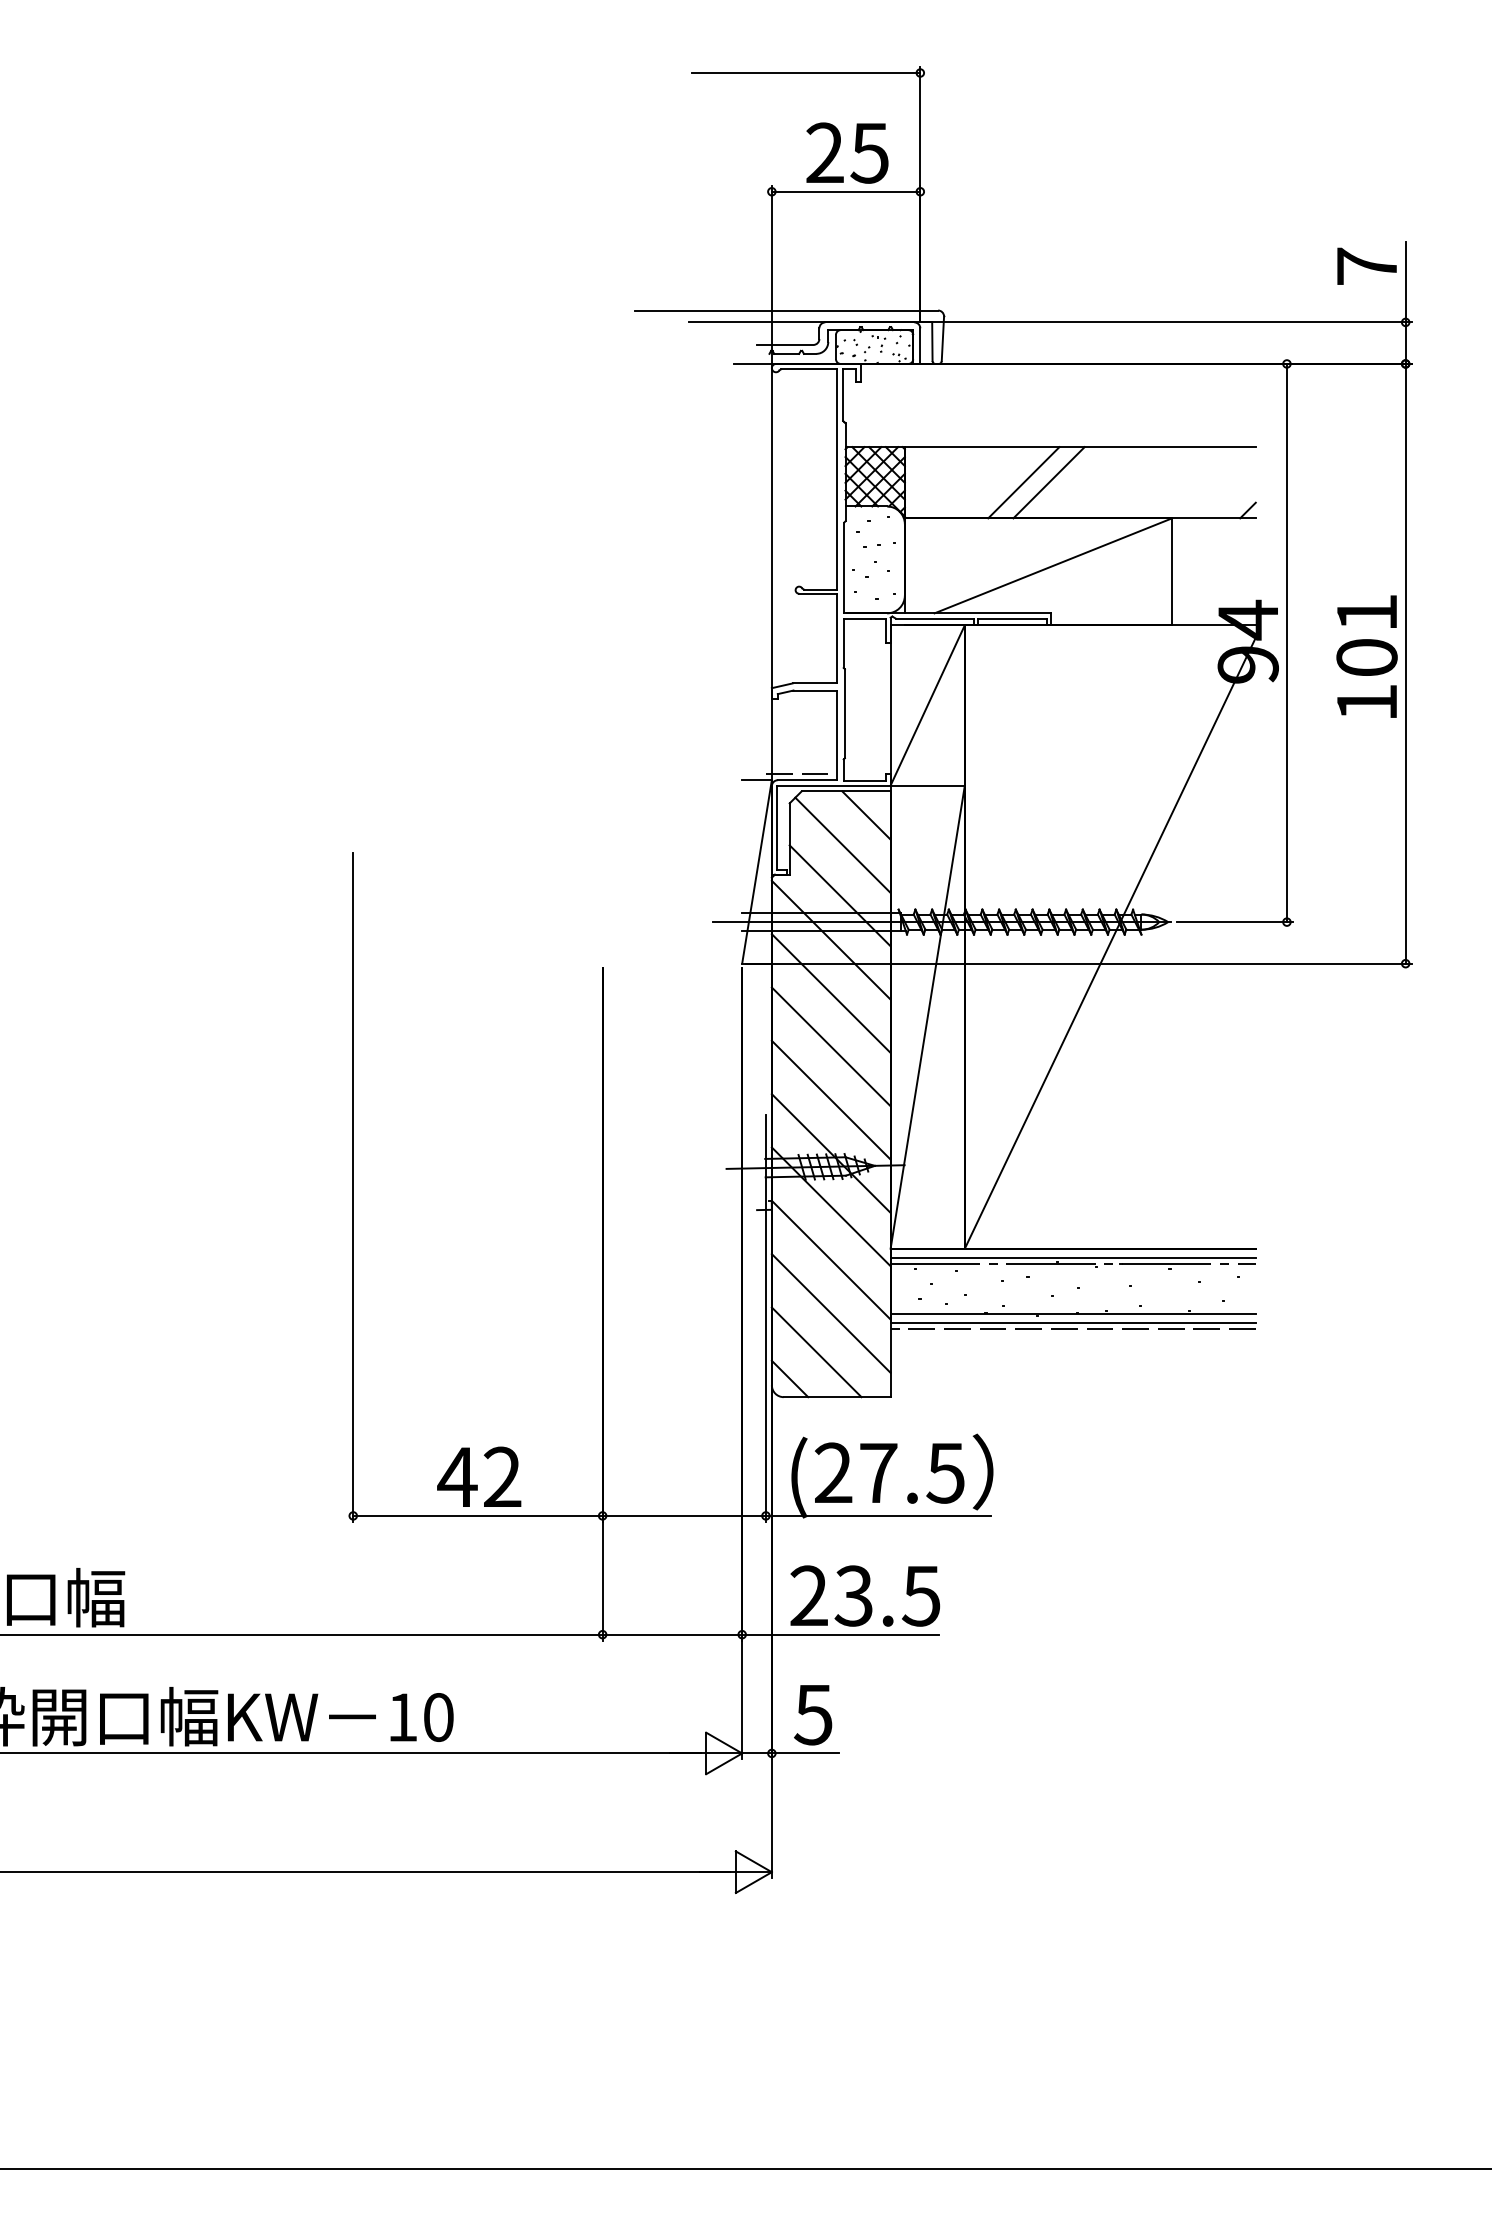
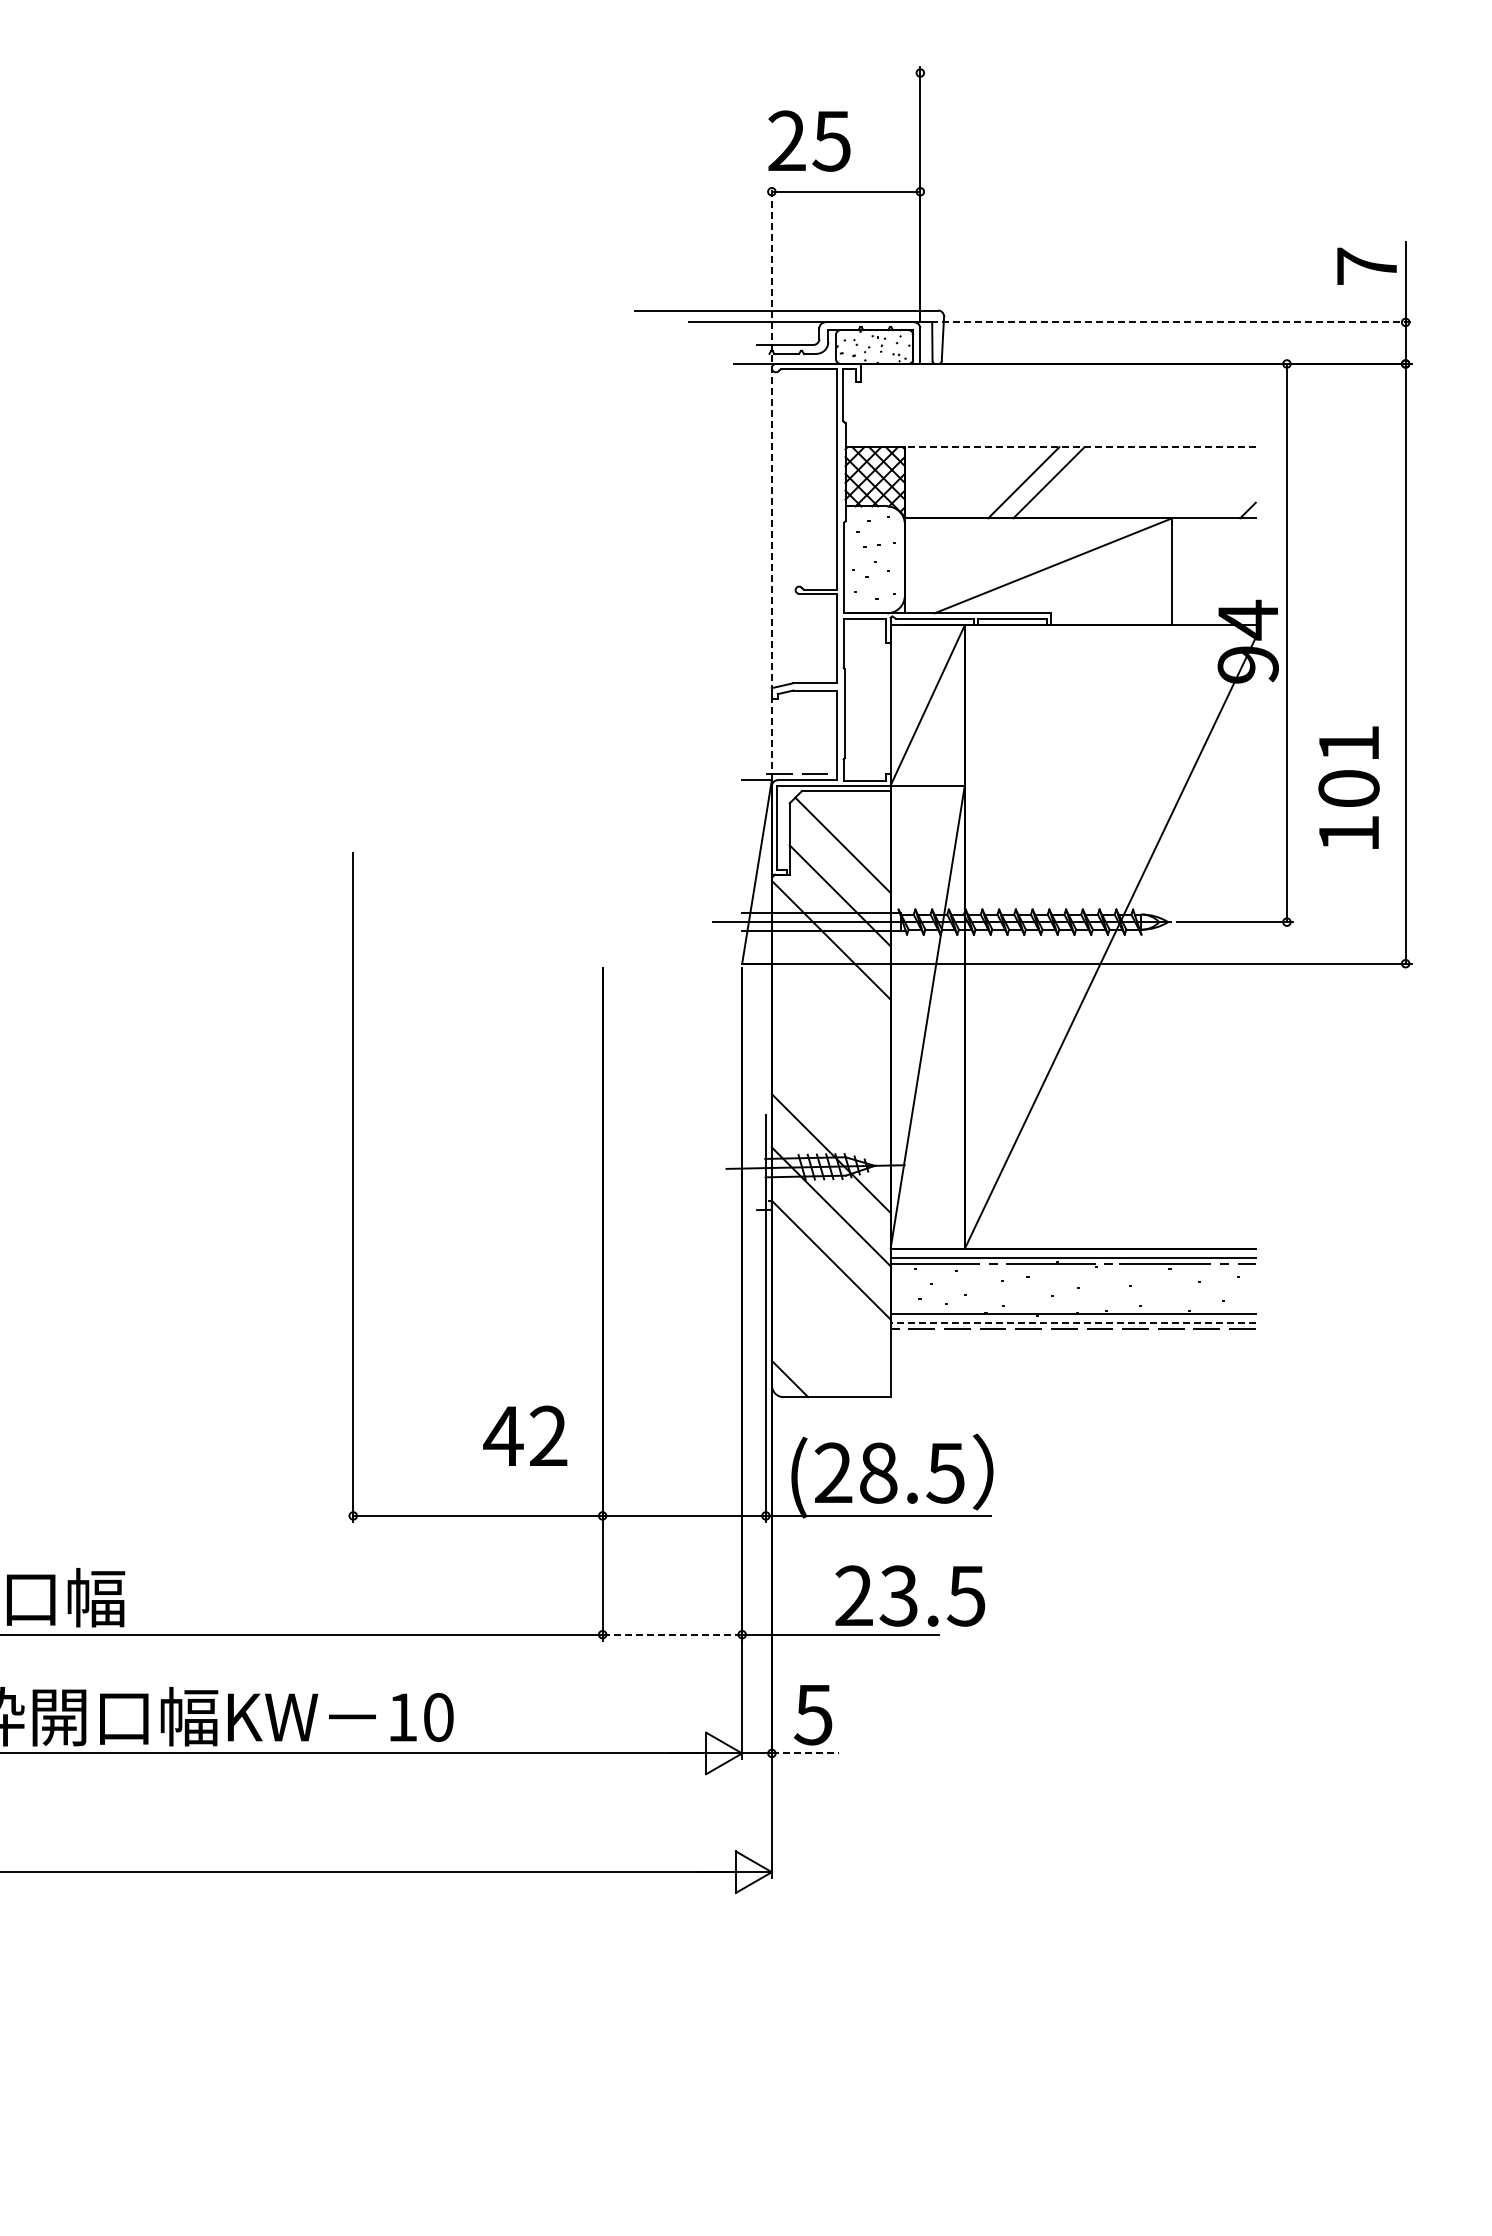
line at (805, 73): present -> none
text at (847, 152) position: (847, 152) -> (809, 140)
line at (1165, 322): solid -> dashed
line at (1079, 447): solid -> dashed
line at (771, 482): solid -> dashed
text at (1366, 656) position: (1366, 656) -> (1348, 787)
line at (866, 815): present -> none
line at (830, 993): present -> none
line at (830, 1046): present -> none
line at (830, 1099): present -> none
line at (830, 1313): present -> none
line at (1073, 1322): solid -> dashed
line at (816, 1352): present -> none
text at (878, 1472): (27.5 -> (28.5
text at (479, 1476) position: (479, 1476) -> (525, 1435)
text at (865, 1595) position: (865, 1595) -> (910, 1595)
line at (672, 1634): solid -> dashed
line at (805, 1753): solid -> dashed
line at (745, 2168): present -> none
